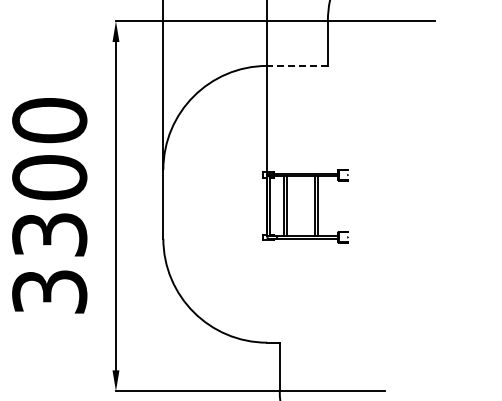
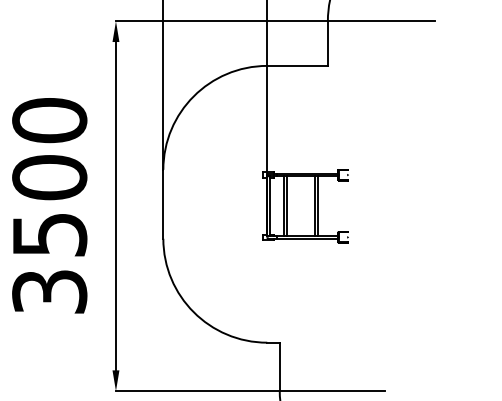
line at (297, 65): dashed -> solid
text at (49, 234): 3300 -> 3500
